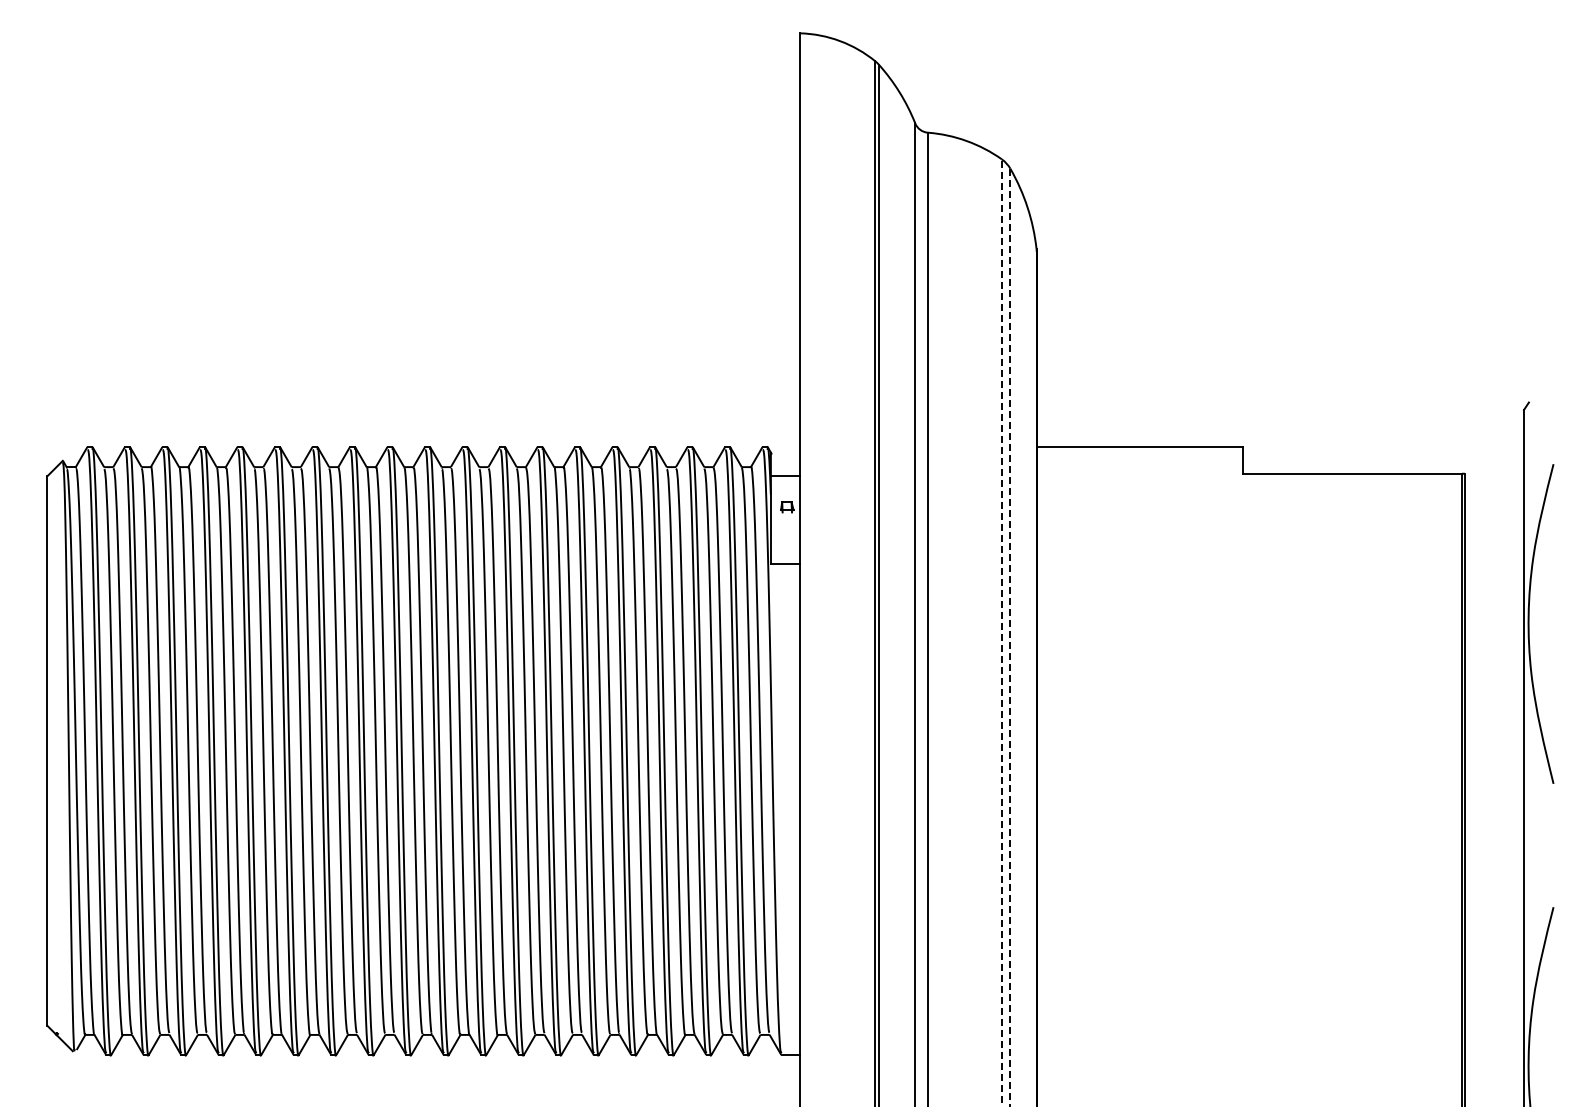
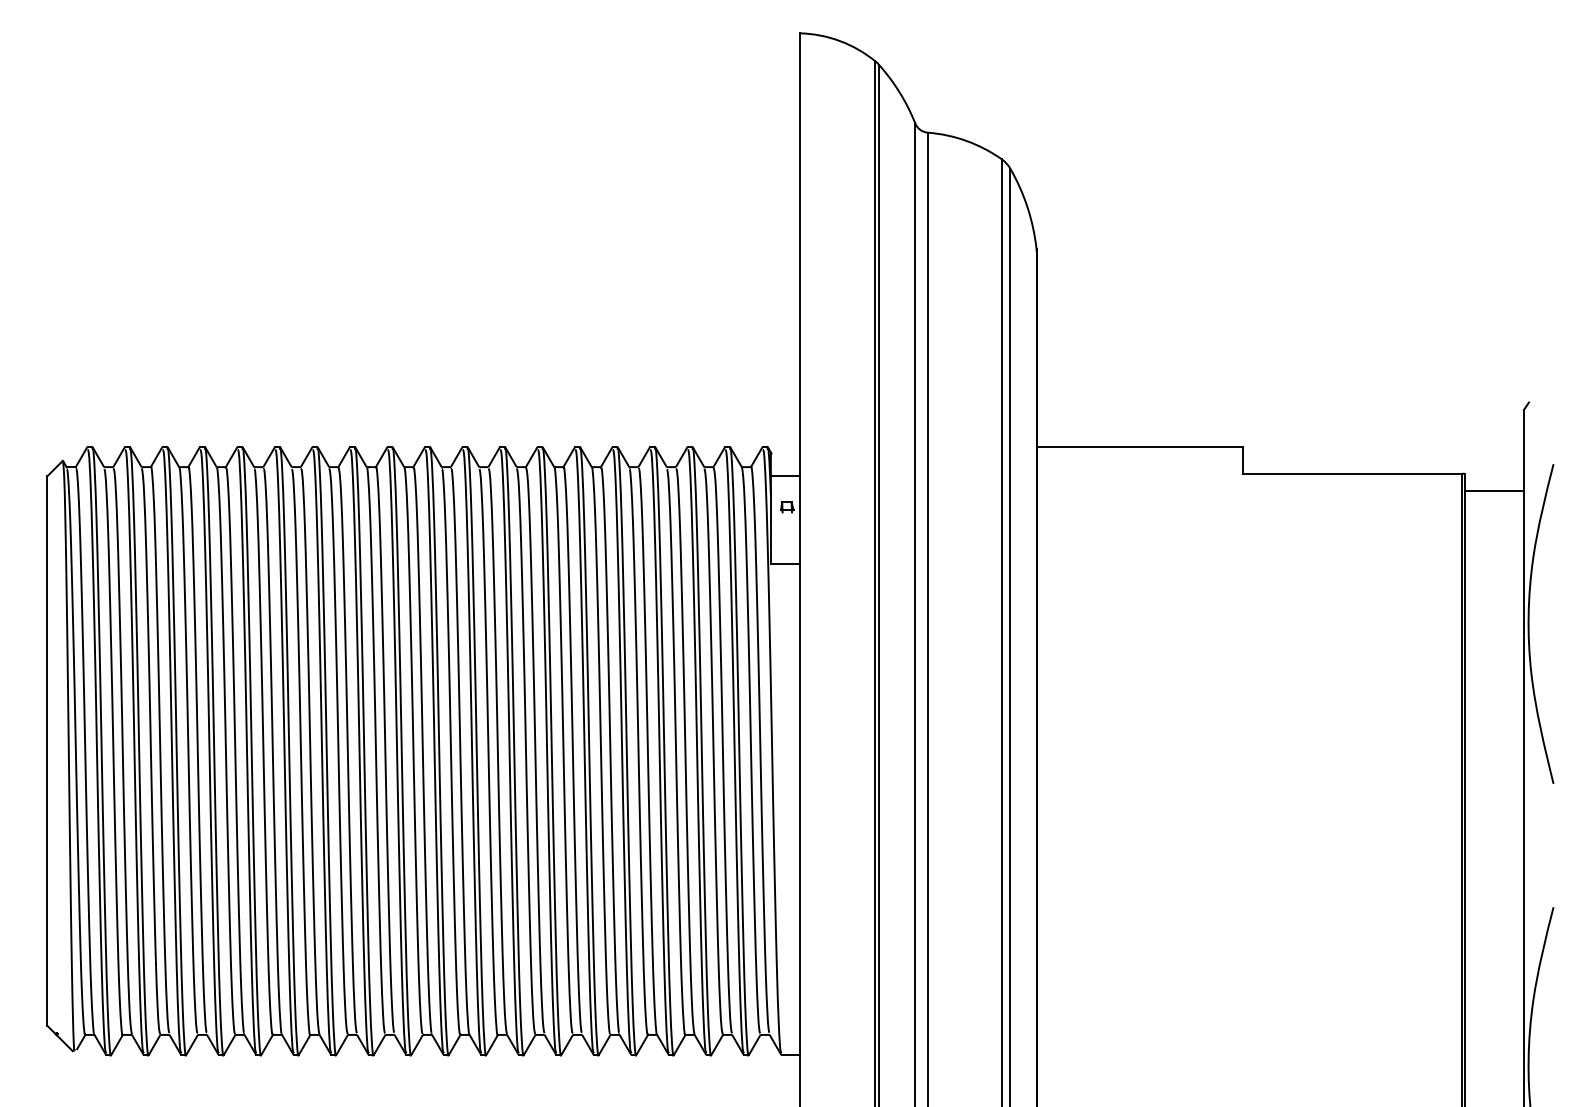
line at (1494, 491): none -> present
line at (1001, 633): dashed -> solid
line at (1010, 637): dashed -> solid
